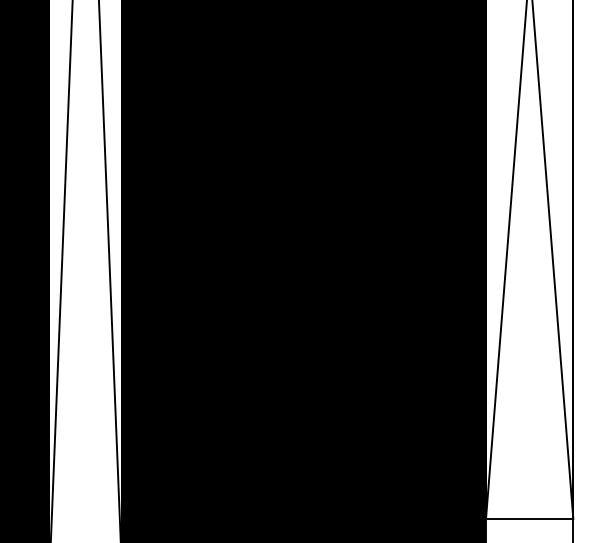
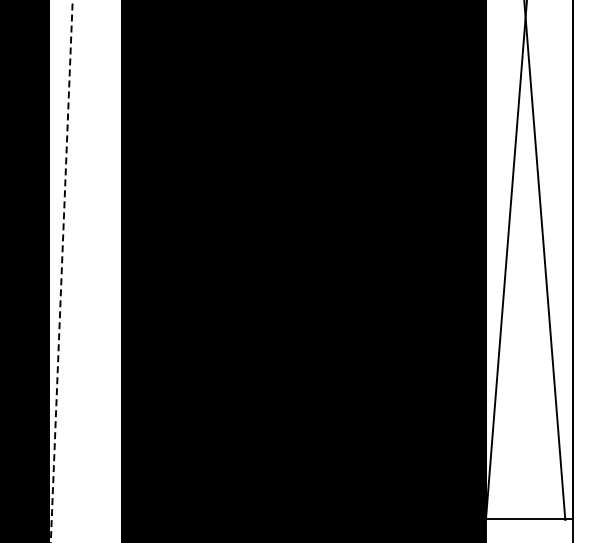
line at (552, 260) position: (552, 260) -> (544, 260)
line at (109, 270): present -> none
line at (61, 271): solid -> dashed
